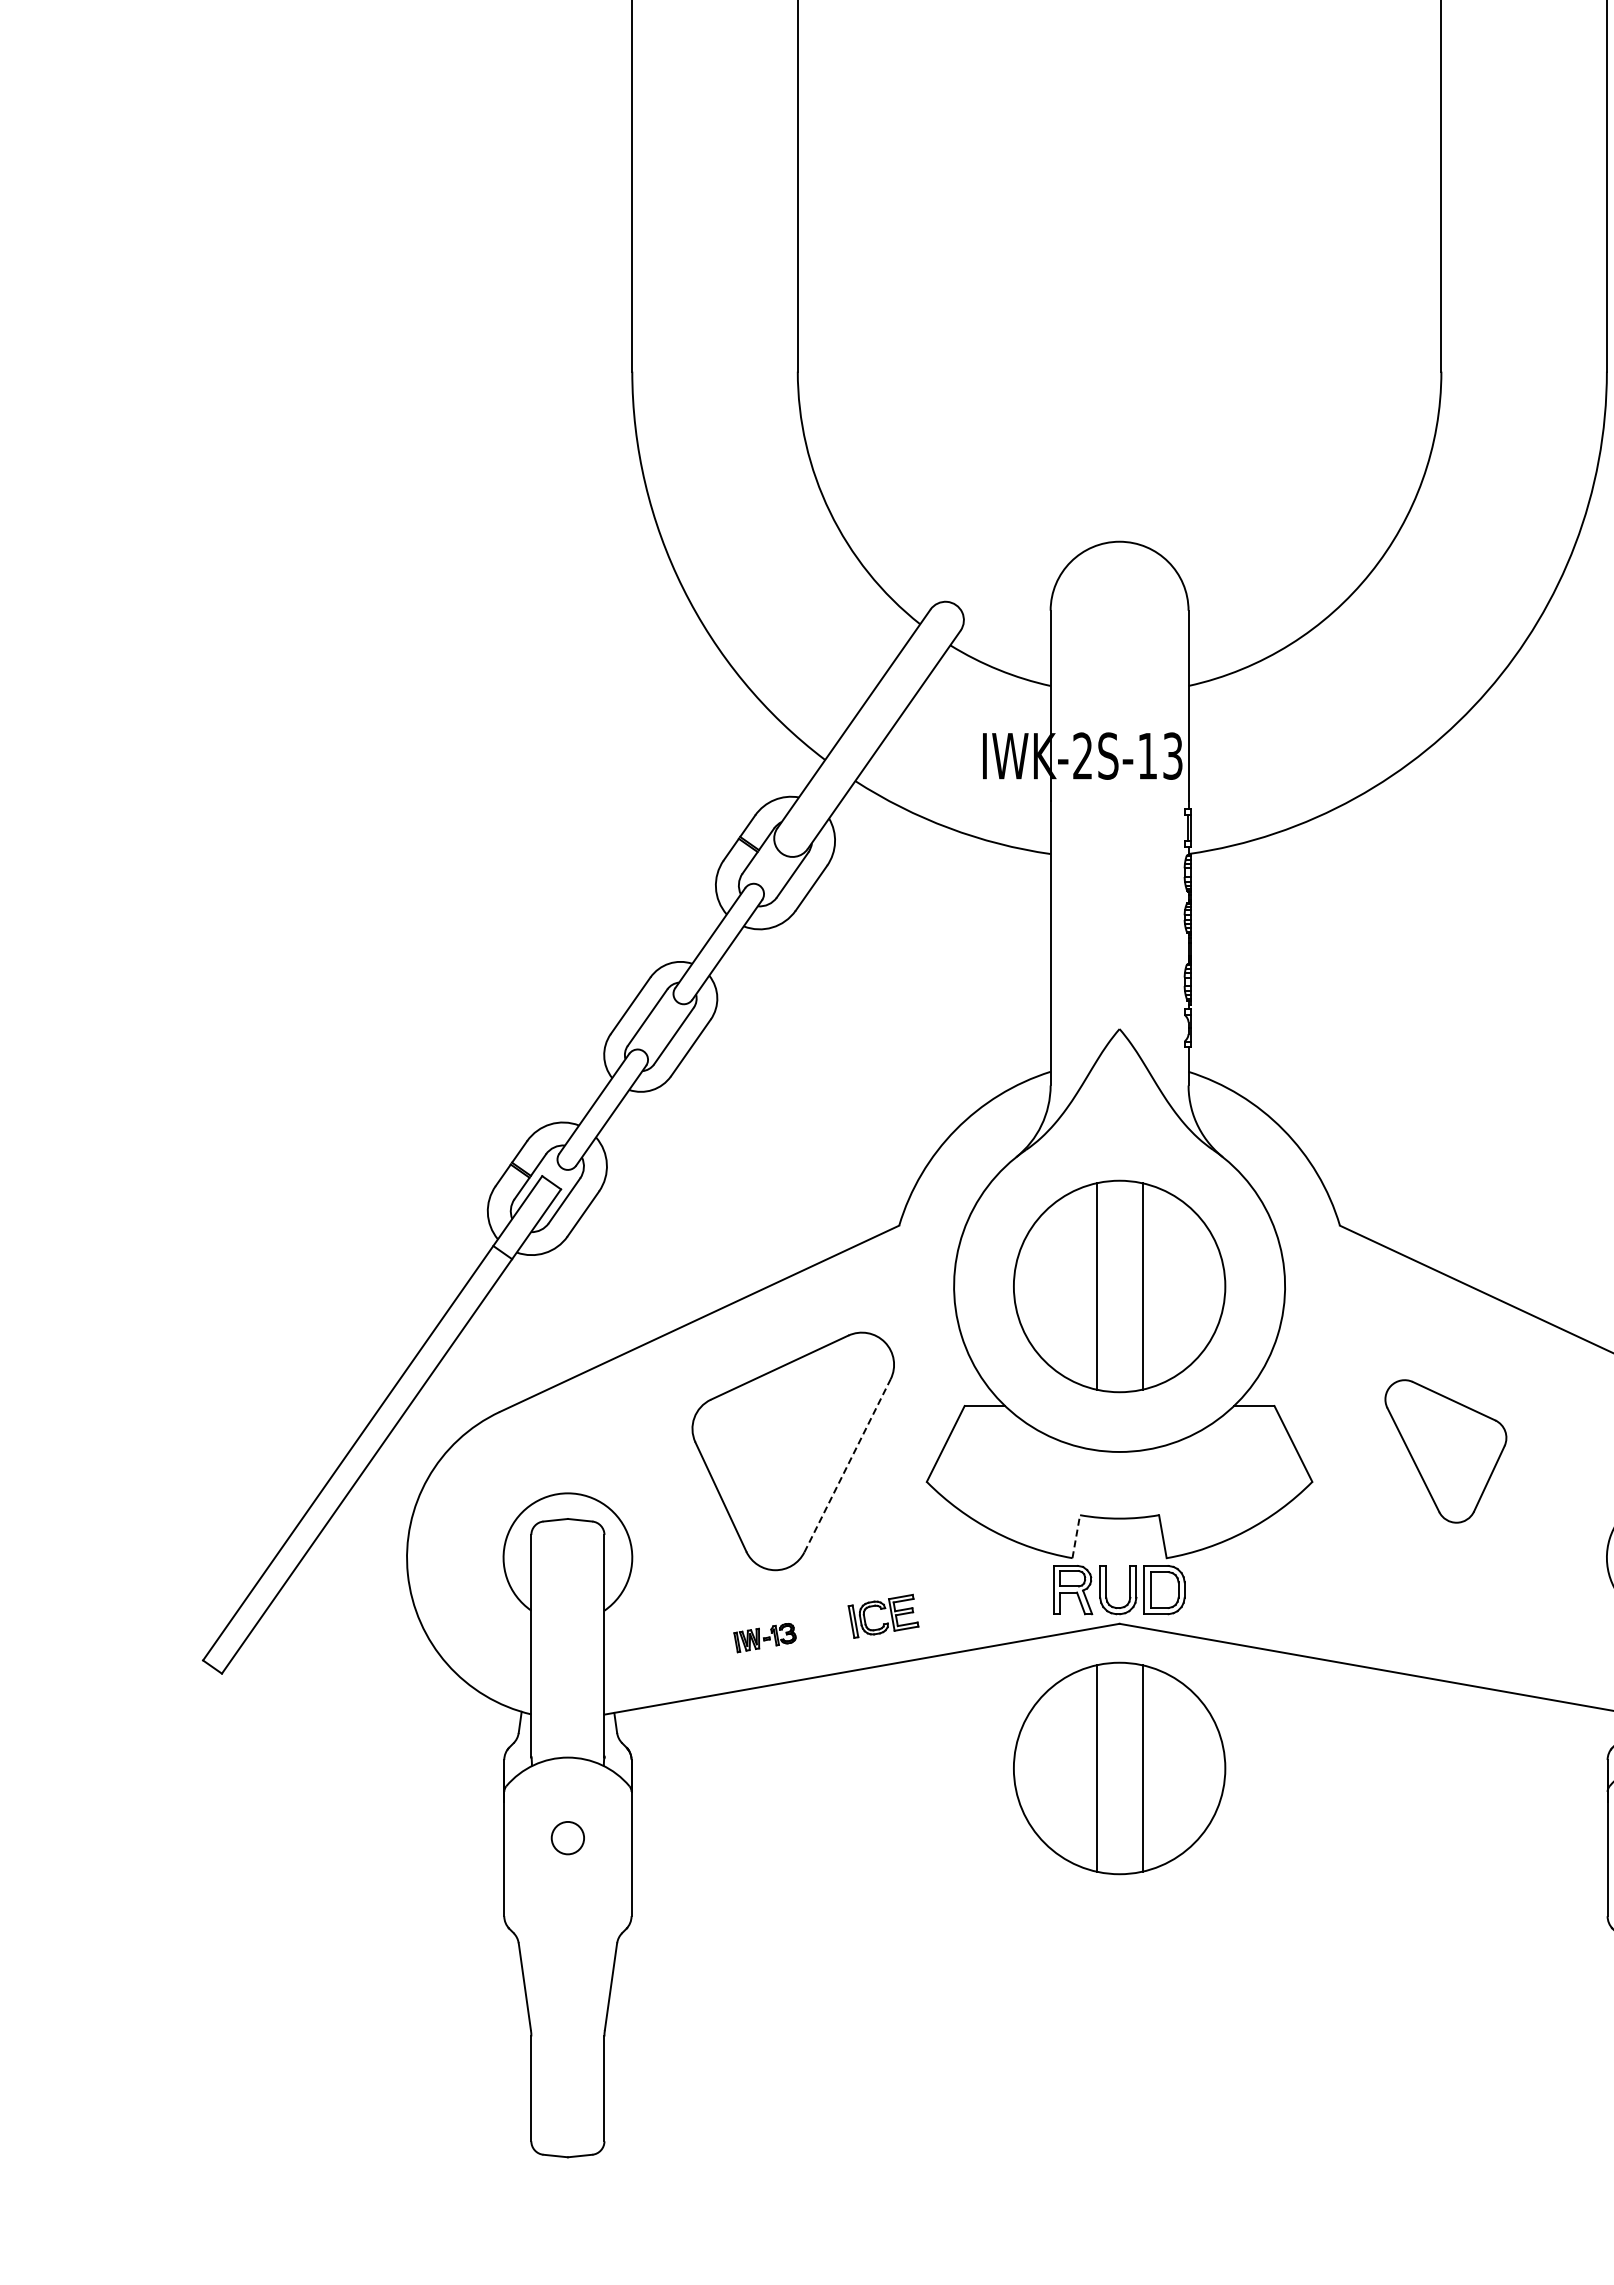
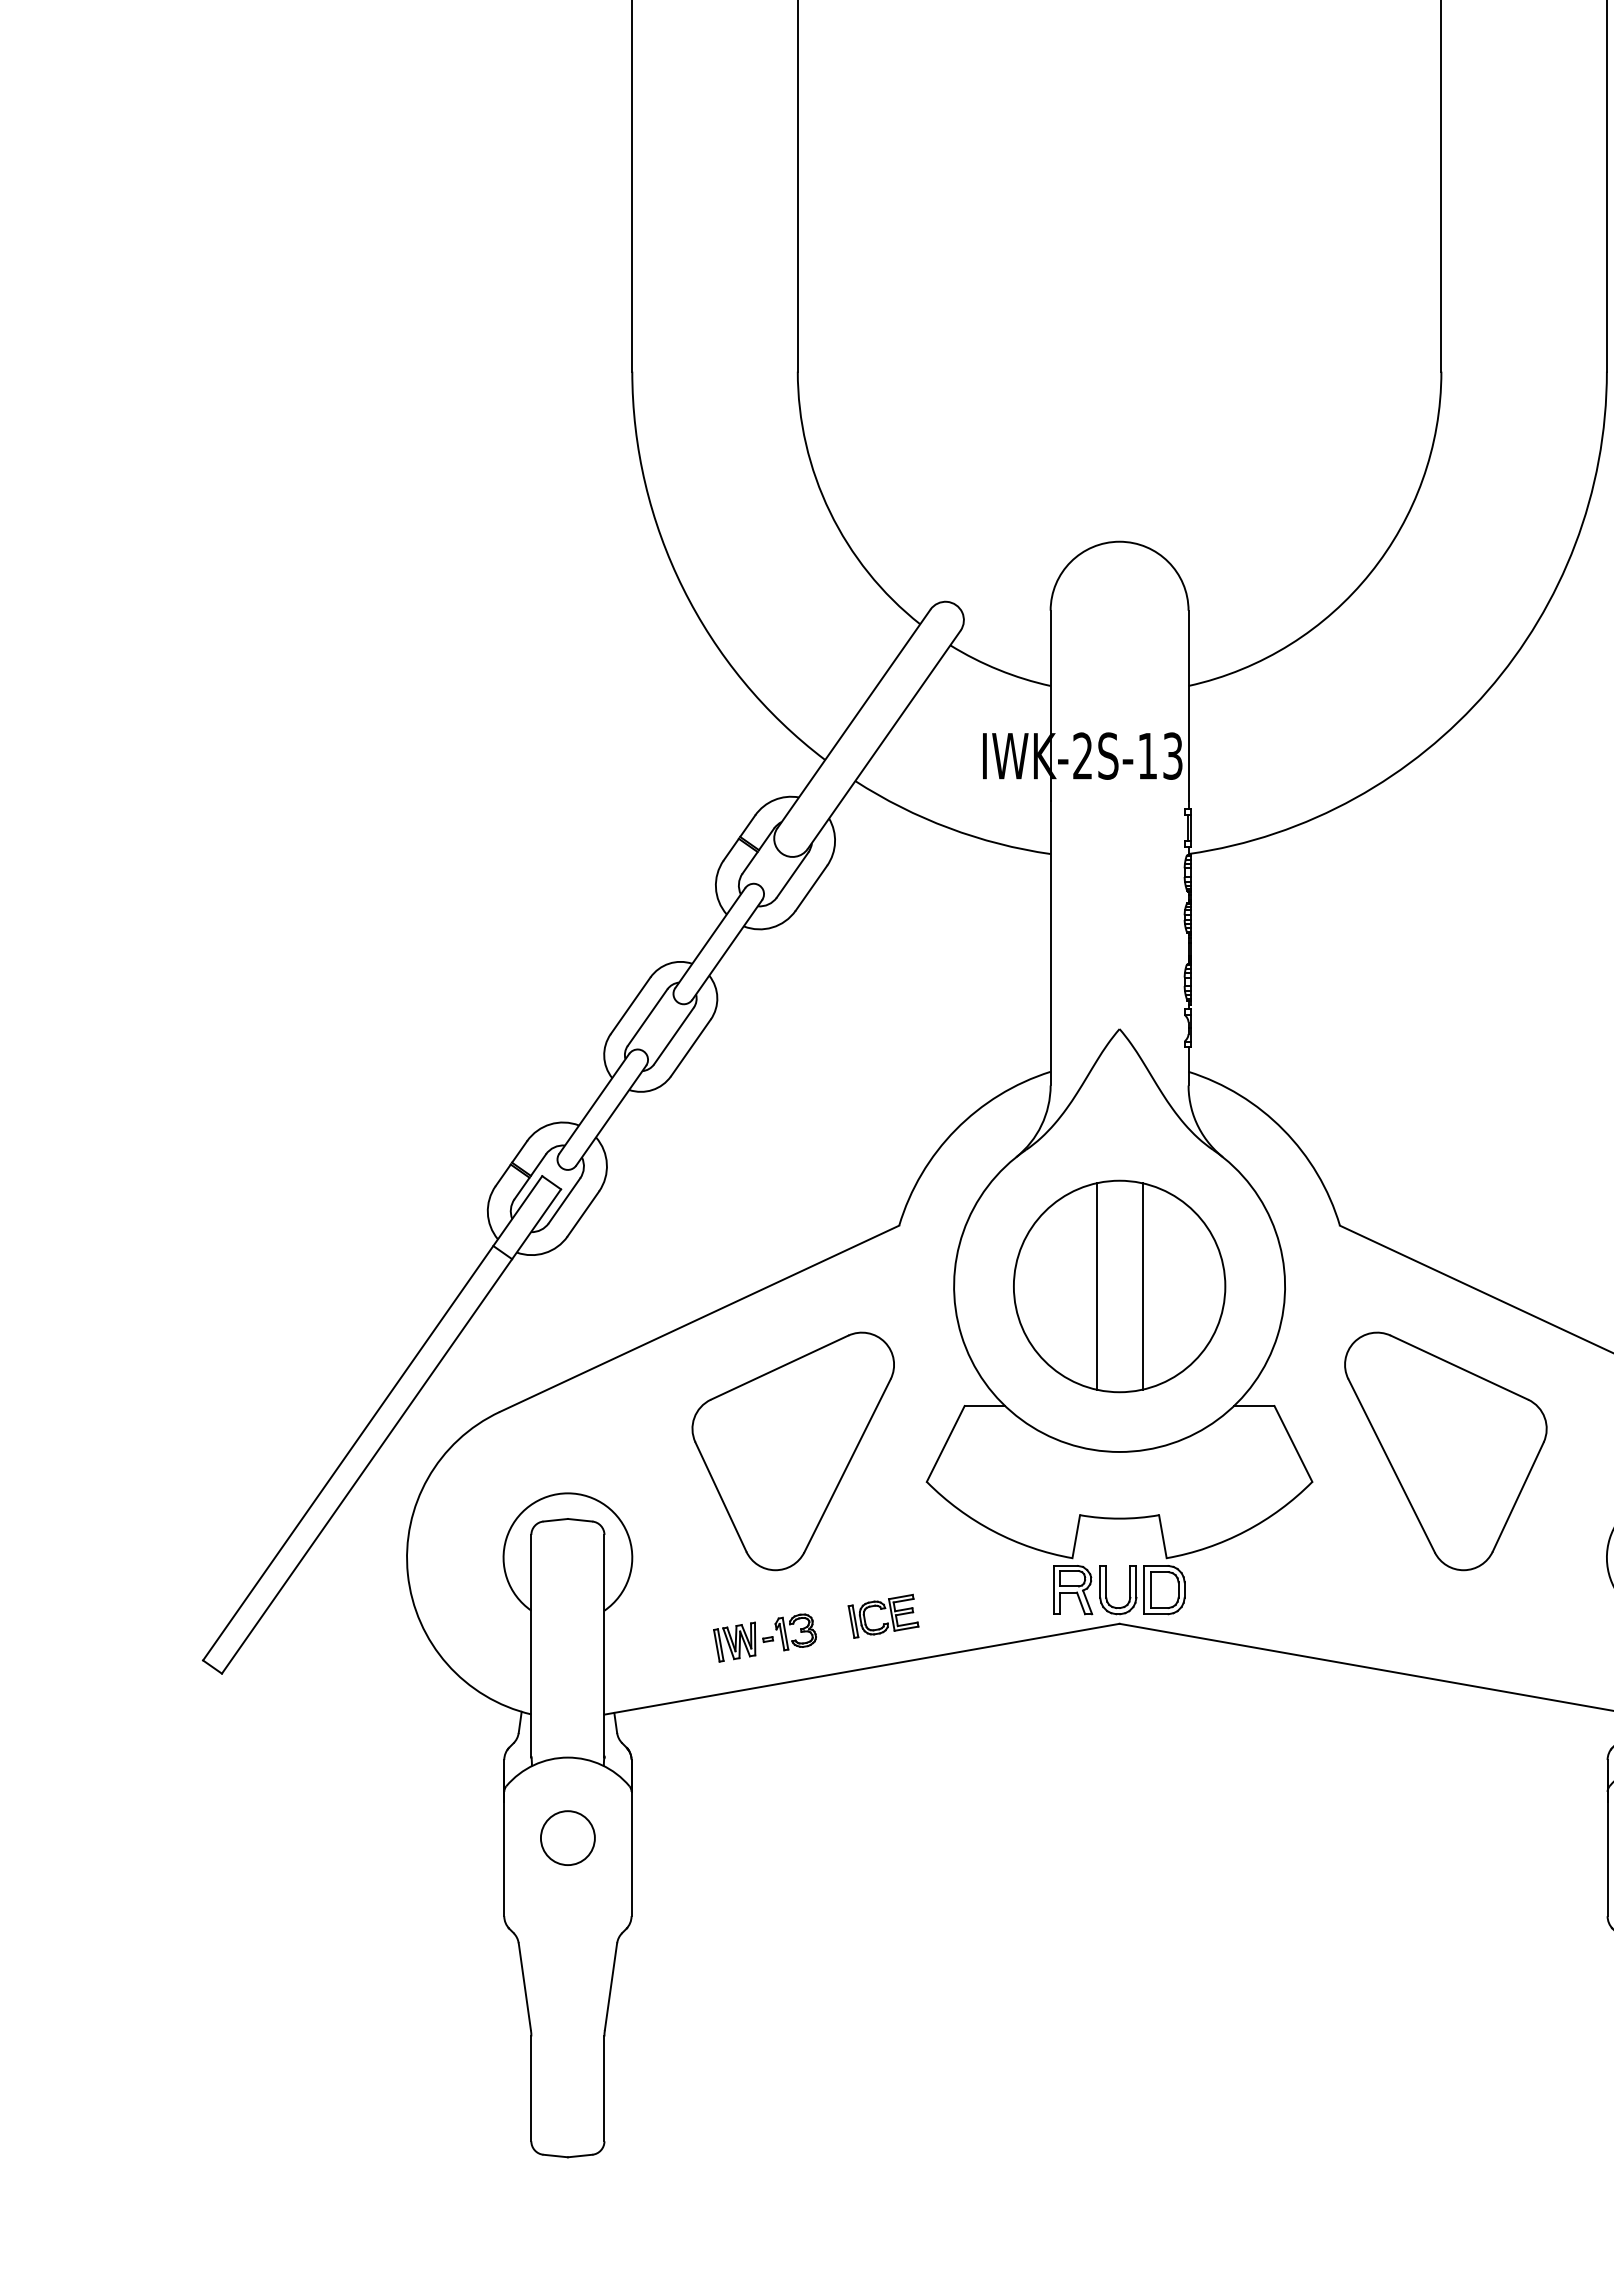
part at (1445, 1451) size: 124x145 px -> 204x241 px
line at (847, 1465): dashed -> solid
line at (1076, 1536): dashed -> solid
part at (764, 1638) size: 64x31 px -> 104x50 px
part at (1119, 1768): present -> none
circle at (567, 1837) diameter: 32 px -> 54 px
